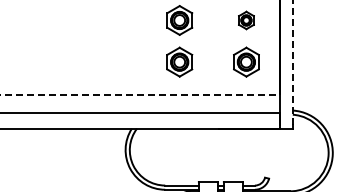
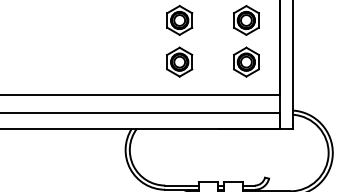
part at (246, 20) size: 17x21 px -> 27x31 px
line at (292, 62): dashed -> solid
line at (140, 94): dashed -> solid
